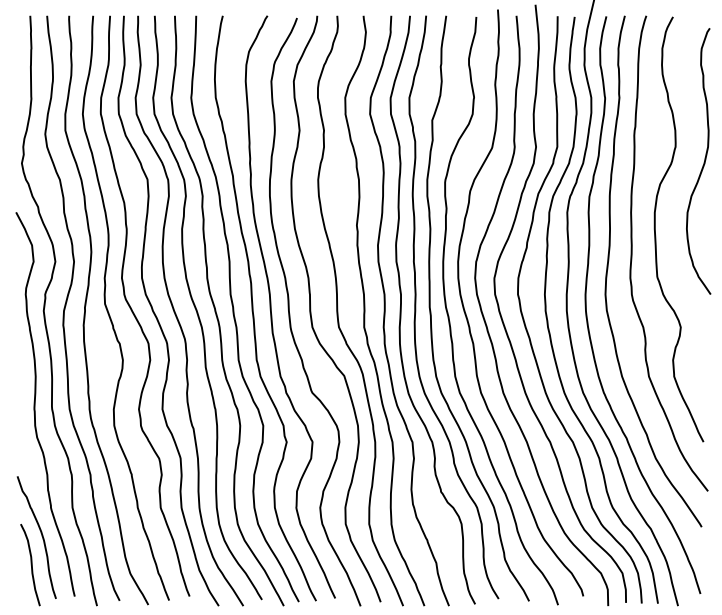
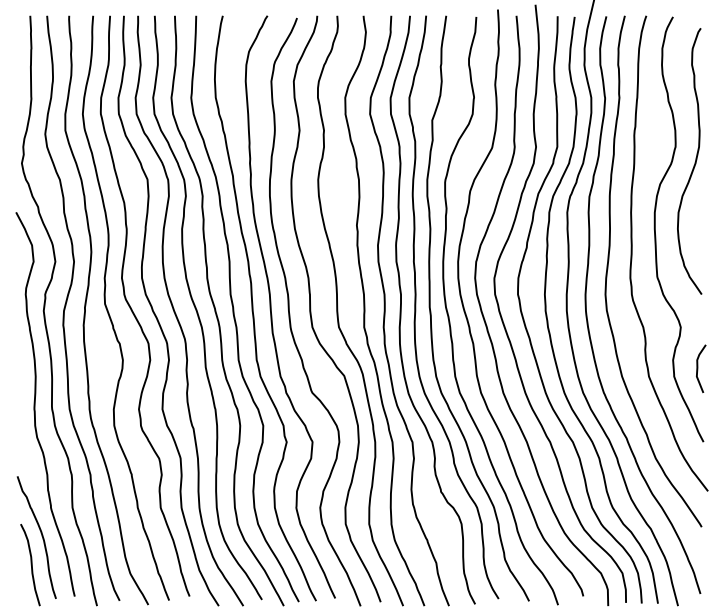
curve at (703, 162) position: (703, 162) -> (694, 162)
curve at (698, 368): none -> present
